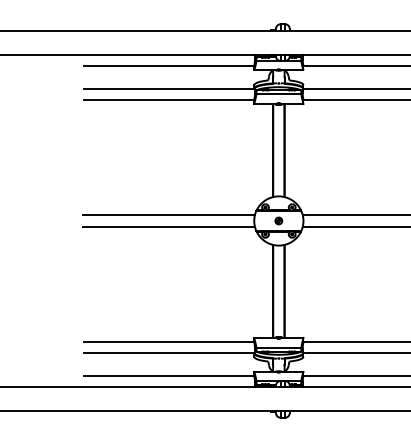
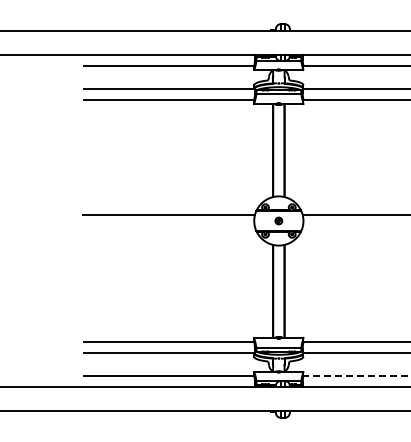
line at (168, 226): present -> none
line at (354, 226): present -> none
line at (356, 376): solid -> dashed
